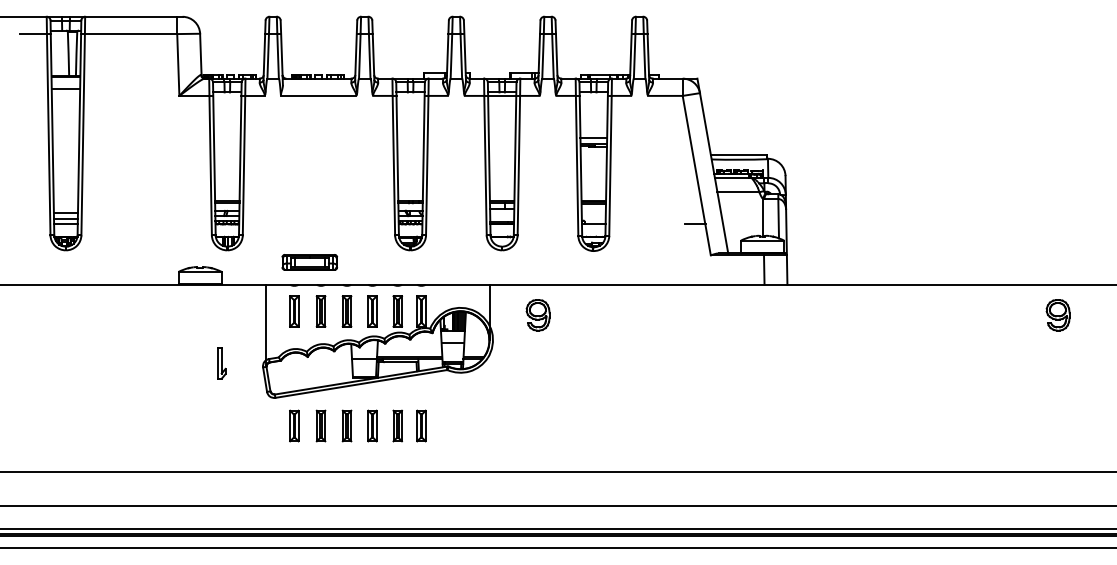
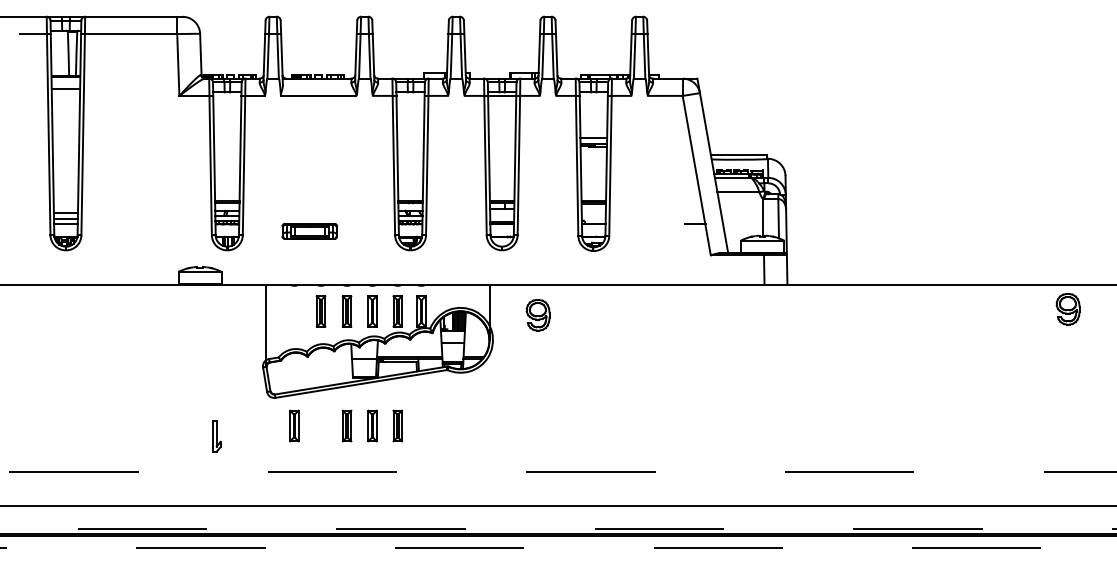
part at (309, 262) position: (309, 262) -> (309, 231)
part at (294, 311): present -> none
part at (1057, 315) position: (1057, 315) -> (1067, 309)
part at (221, 363) position: (221, 363) -> (216, 436)
part at (320, 425): present -> none
part at (421, 425): present -> none
line at (558, 471): solid -> dashed
line at (558, 528): solid -> dashed
line at (557, 548): solid -> dashed
